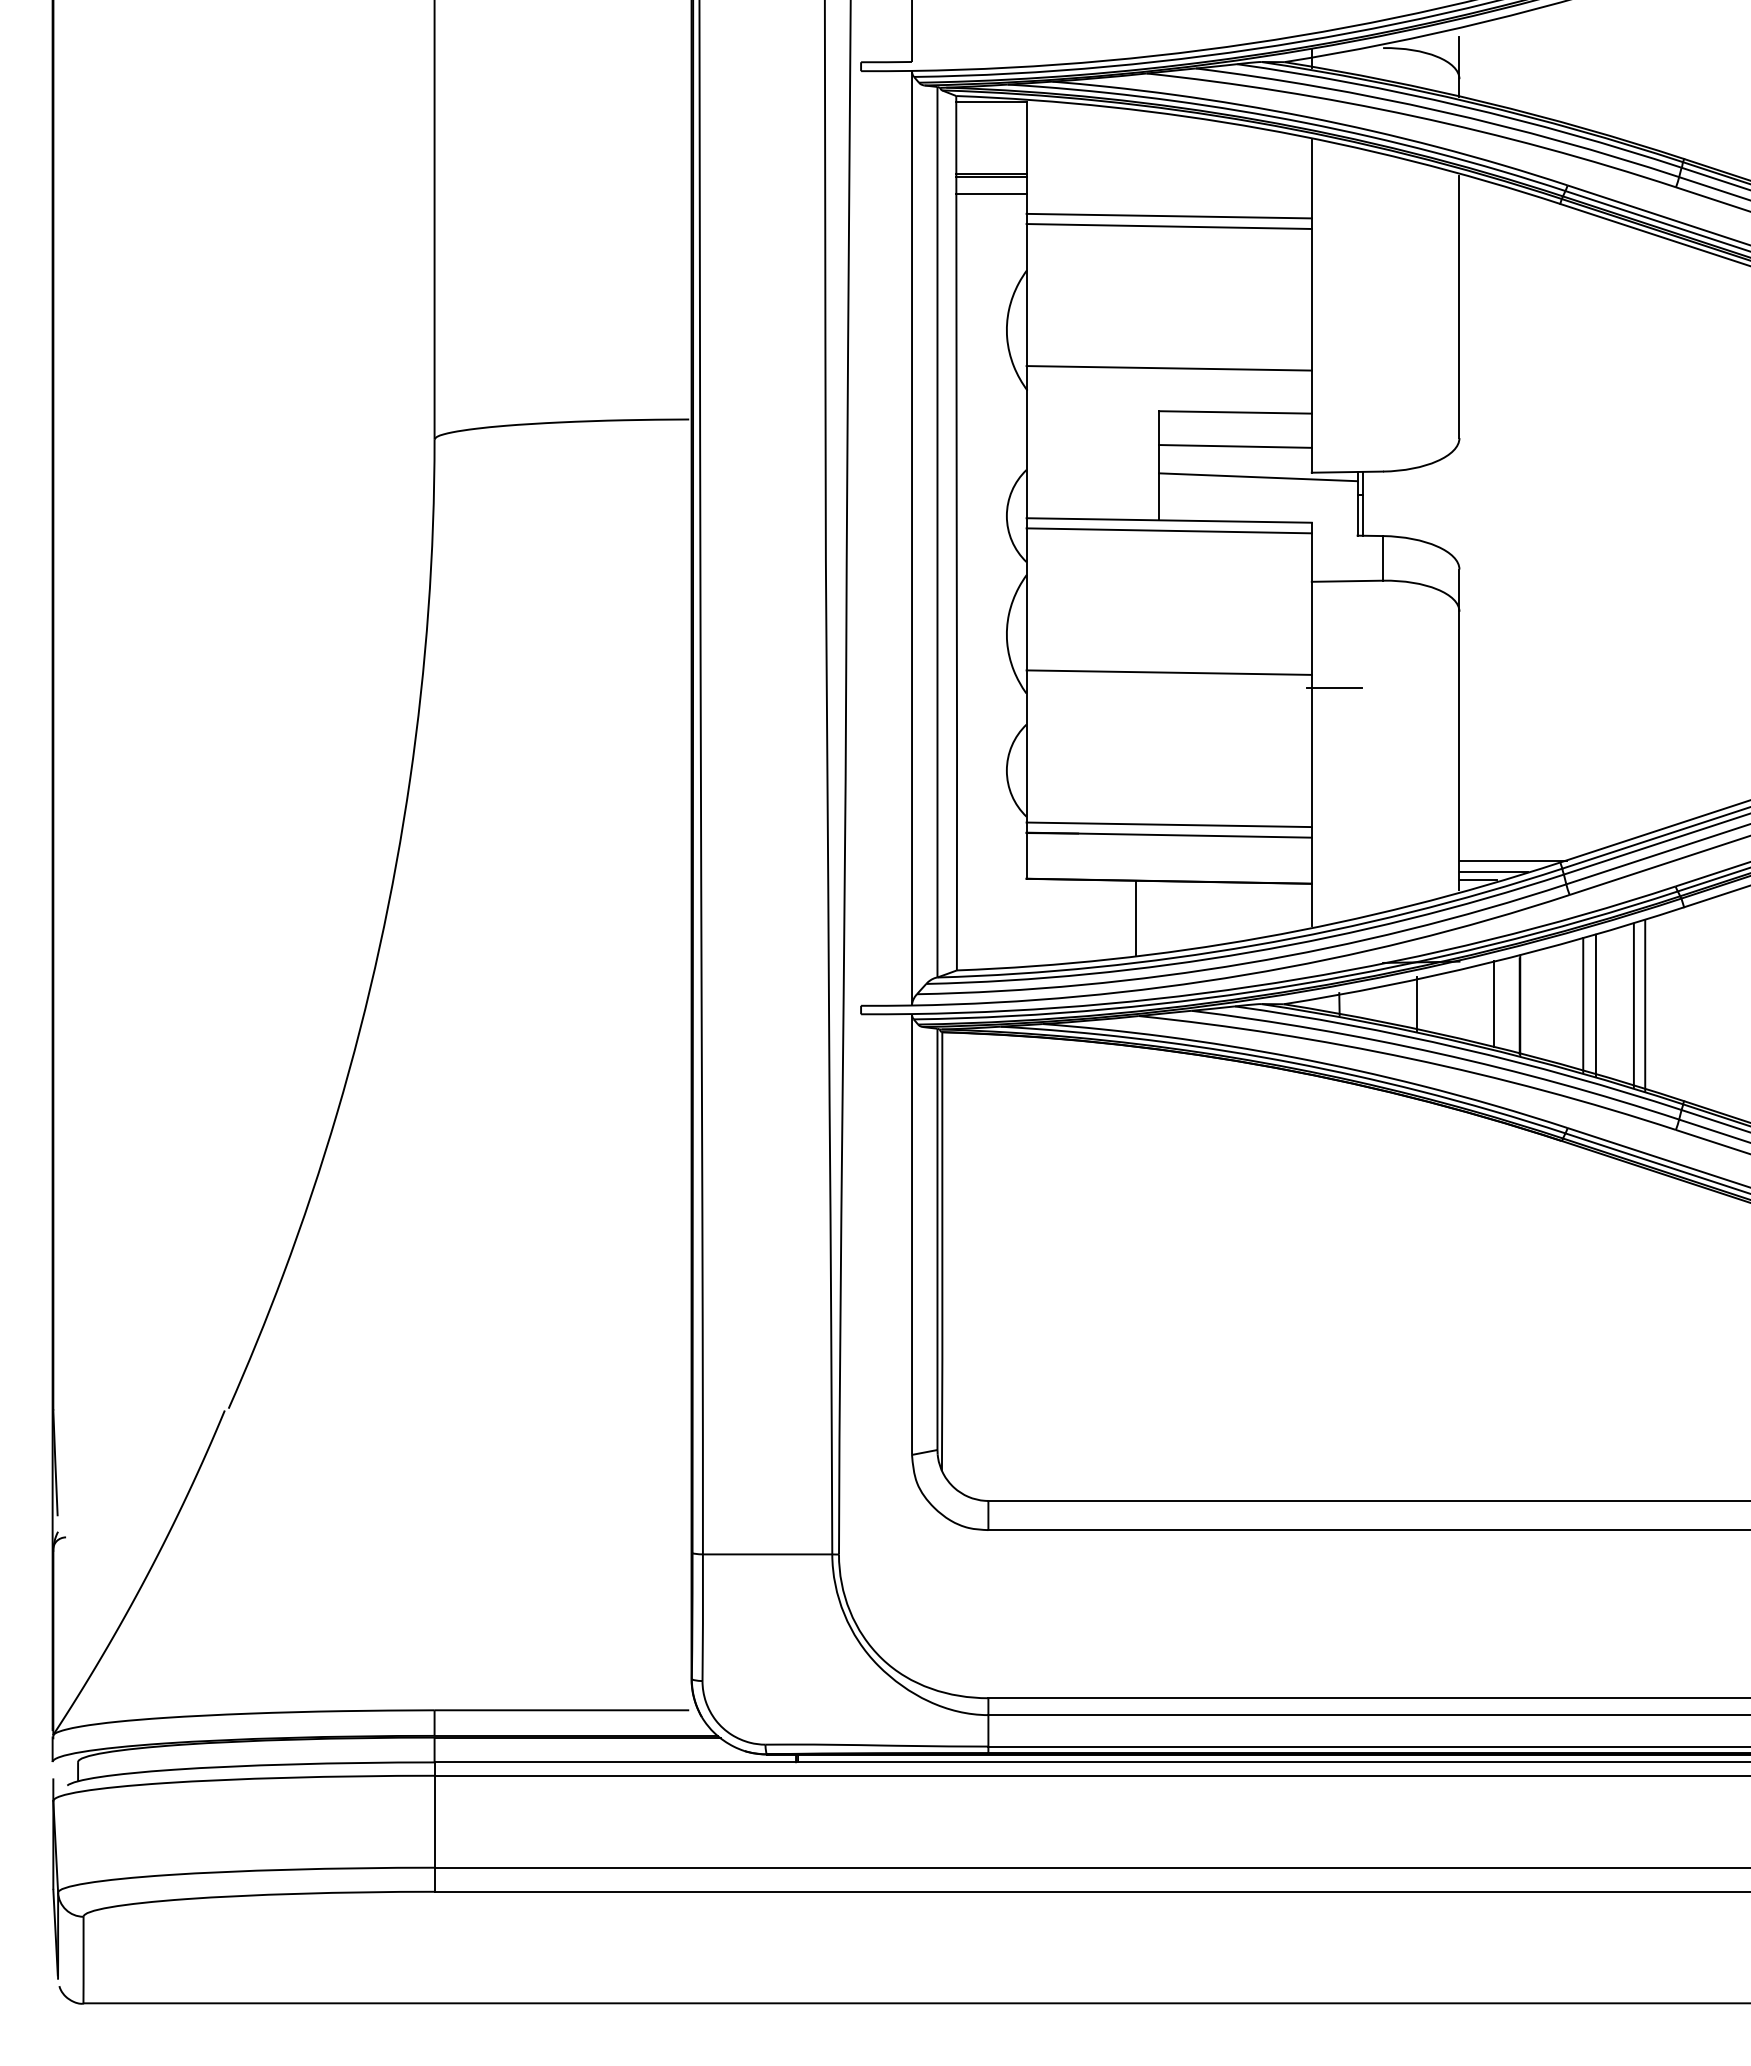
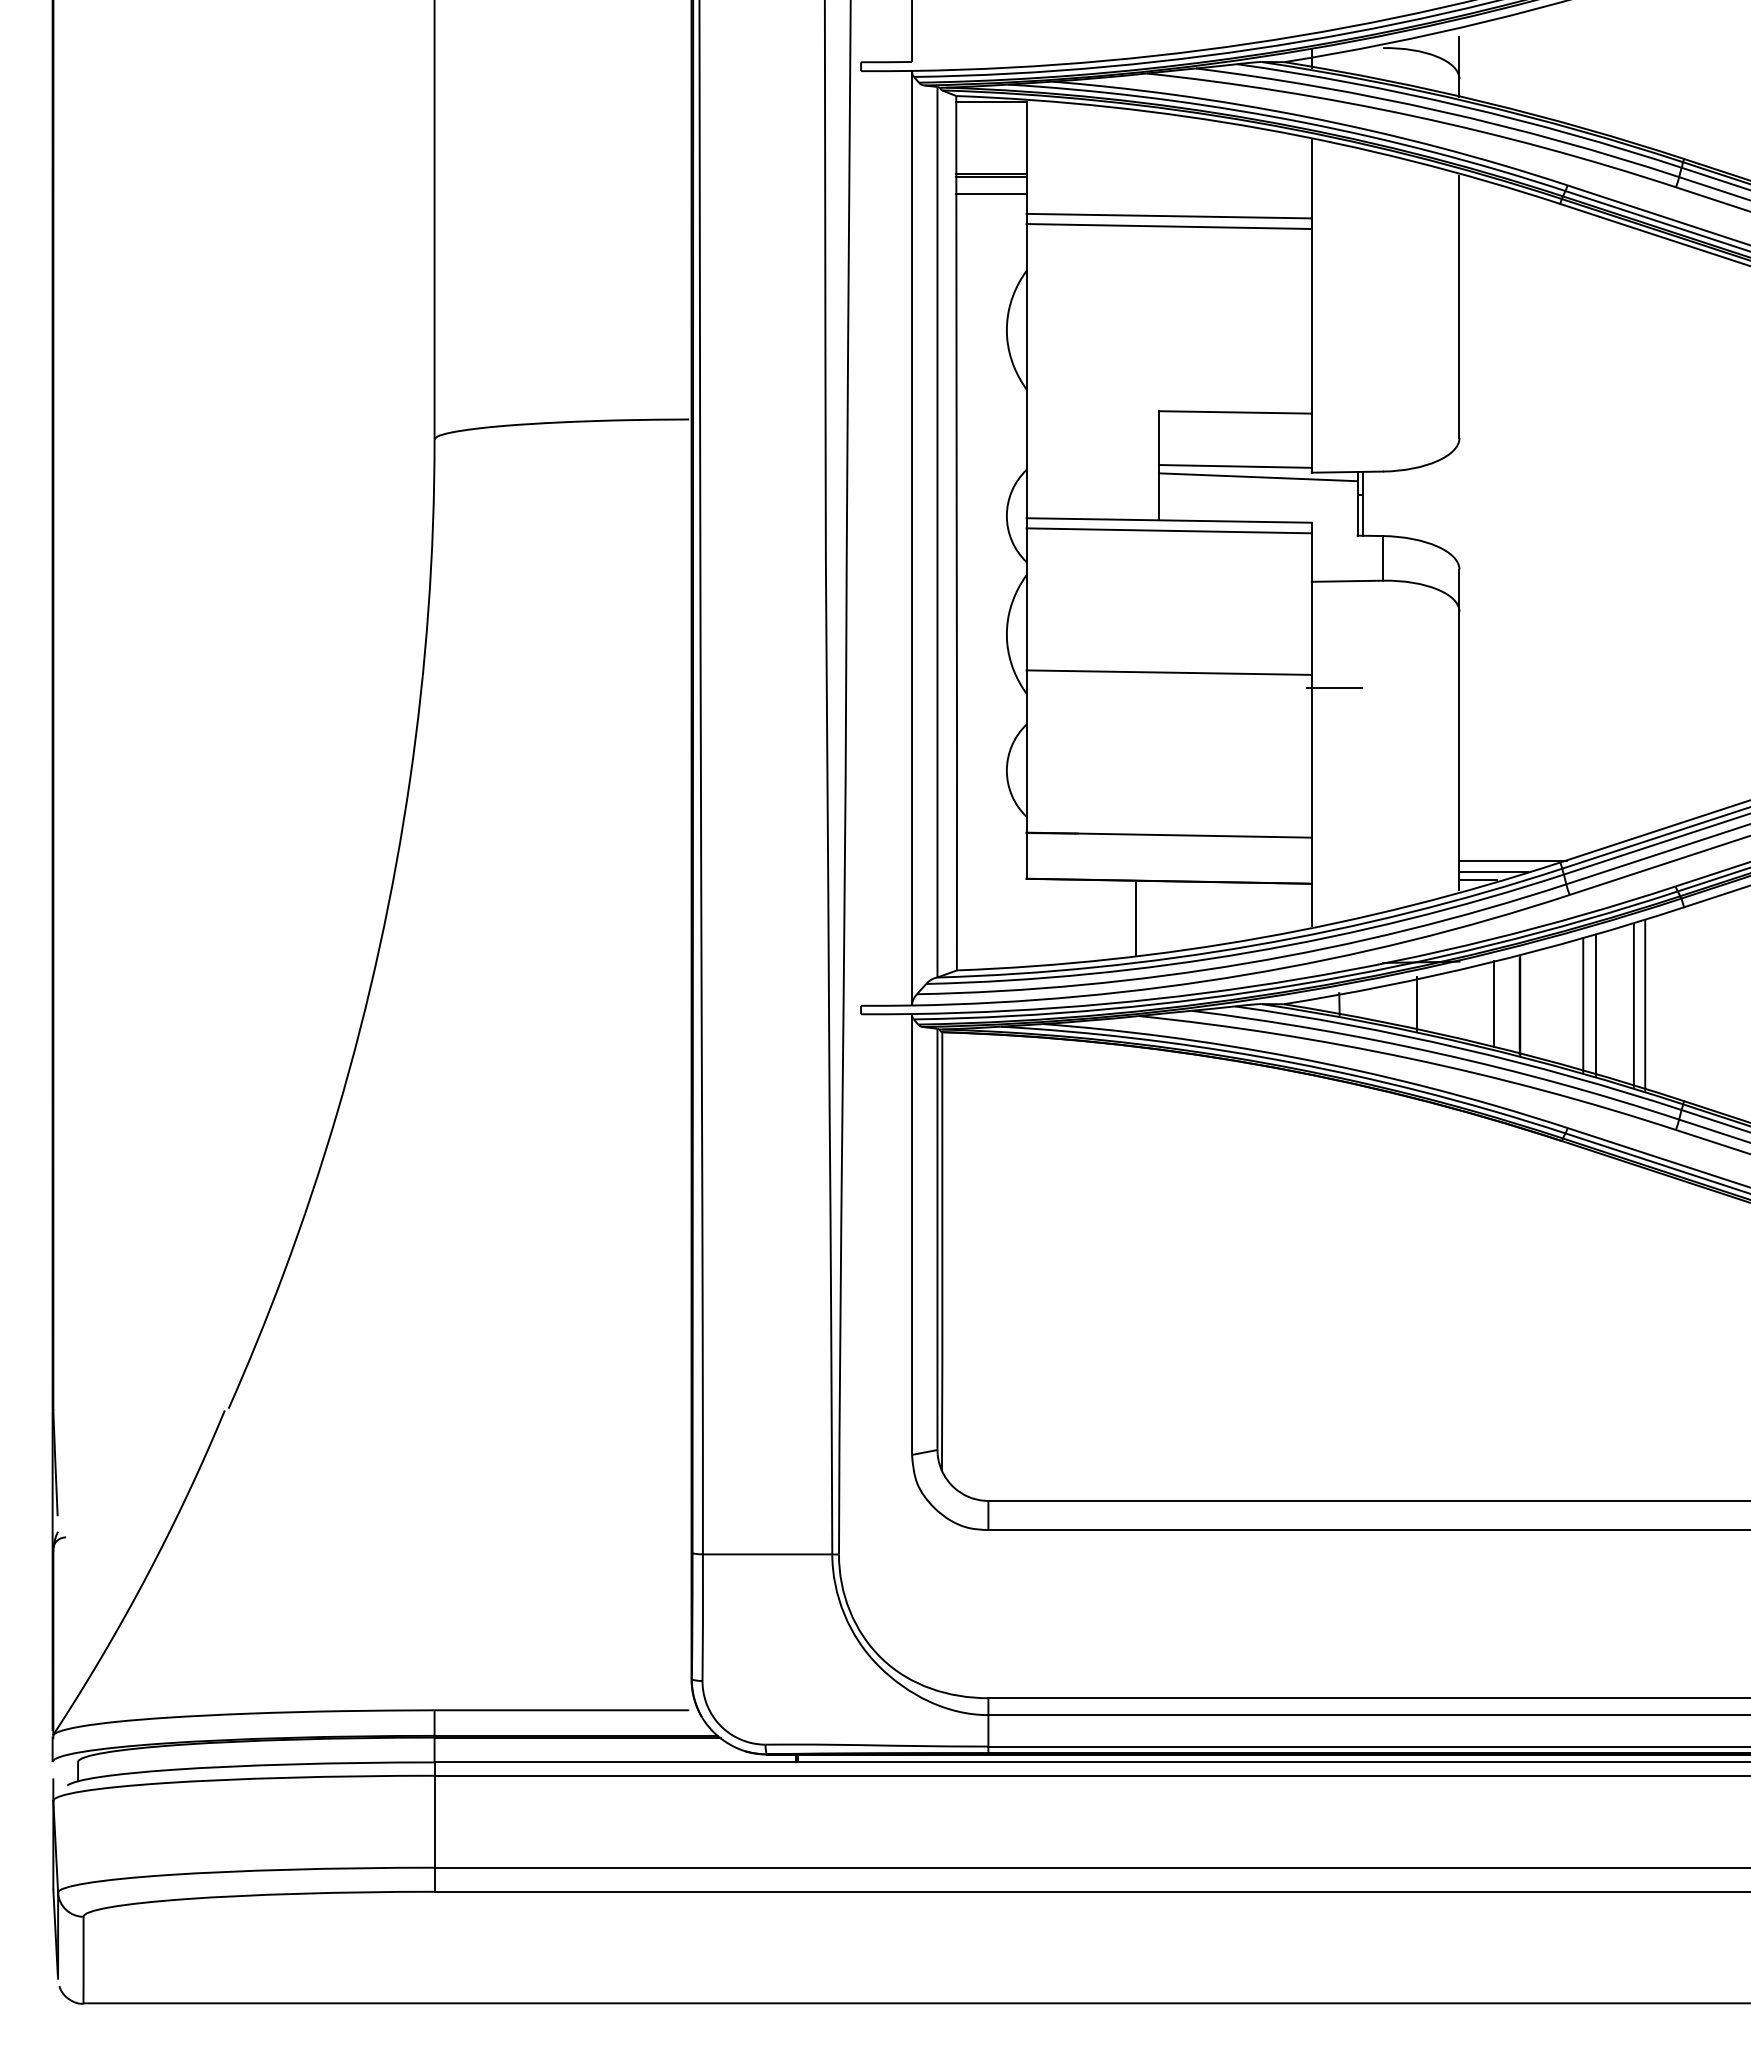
line at (1168, 368): present -> none
line at (1235, 446) position: (1235, 446) -> (1235, 466)
line at (1168, 824): present -> none
